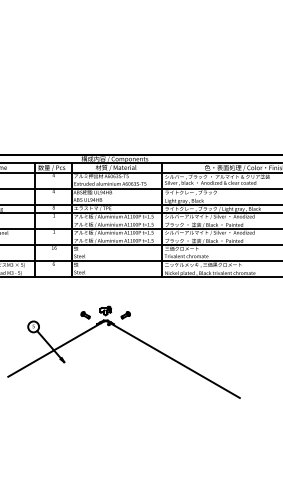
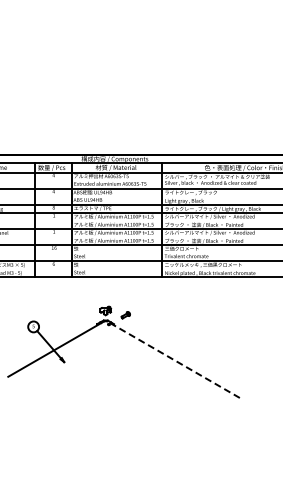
part at (85, 315): present -> none
line at (173, 359): solid -> dashed
